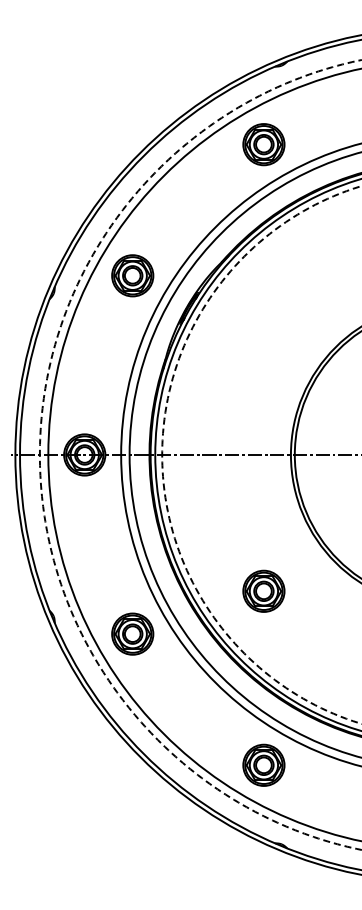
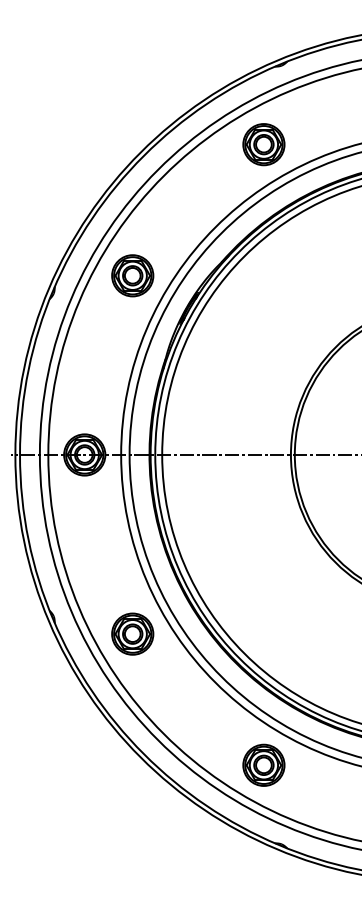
circle at (200, 454): dashed -> solid
circle at (261, 454): dashed -> solid
part at (263, 590): present -> none
